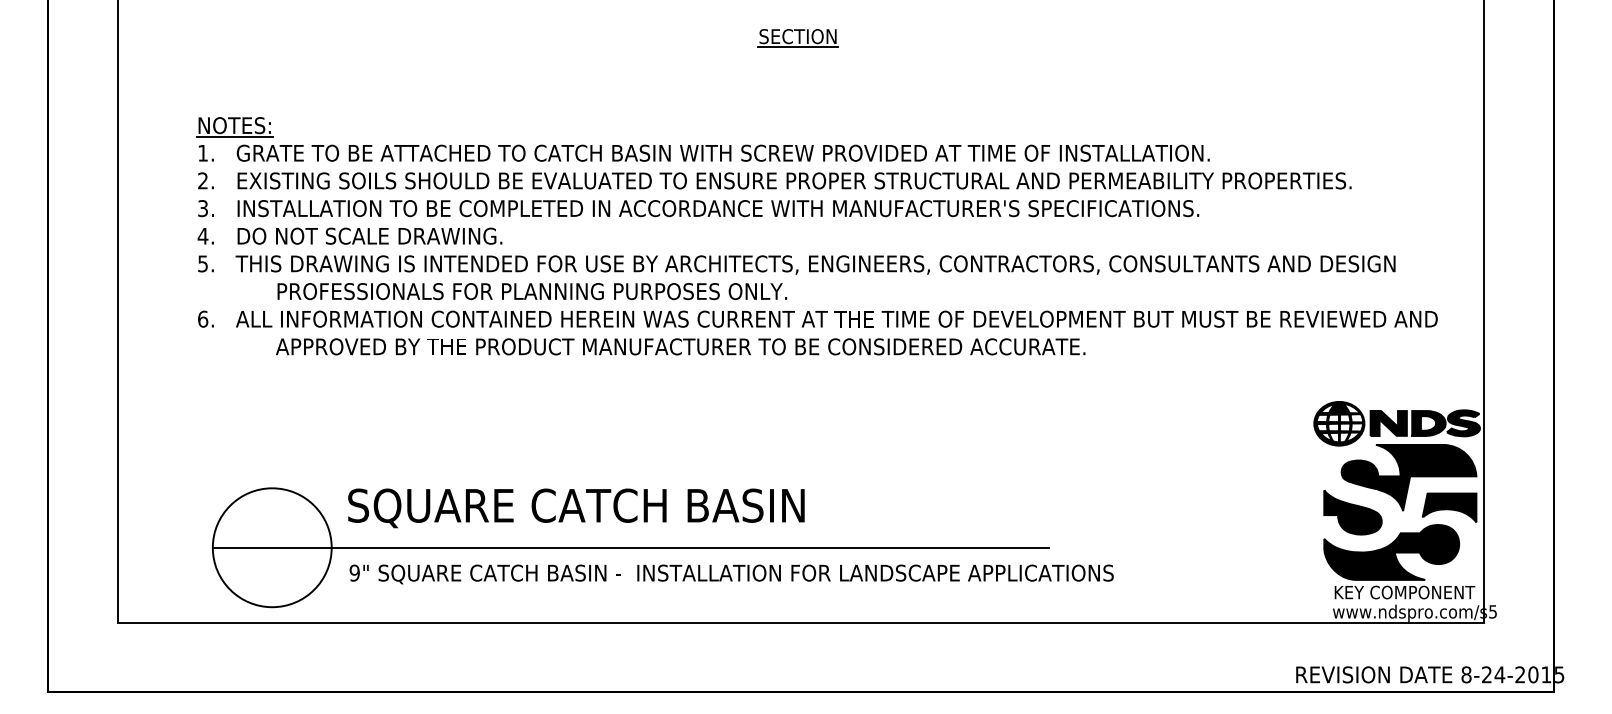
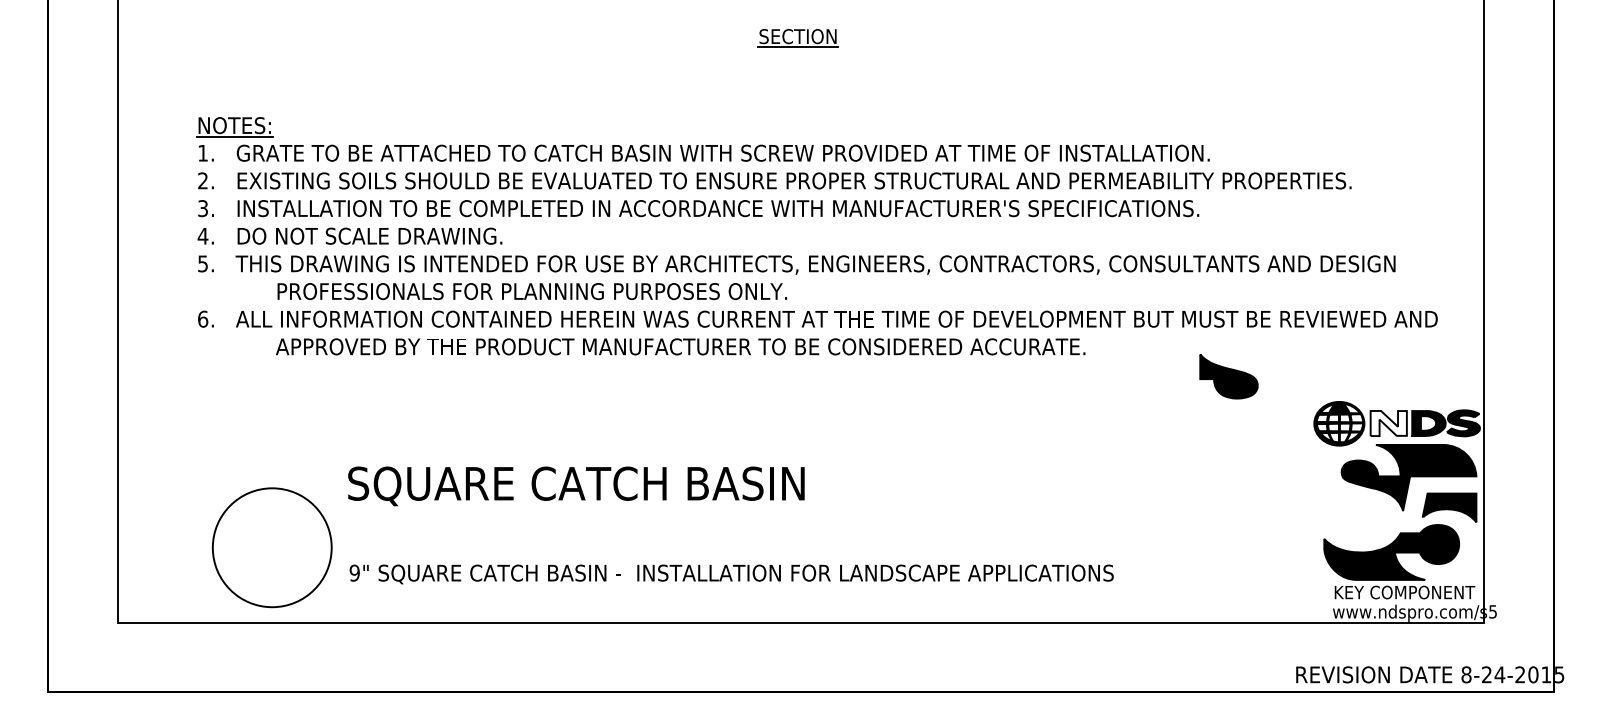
fill at (1388, 423): present -> none
text at (576, 508) position: (576, 508) -> (576, 486)
part at (1352, 512) position: (1352, 512) -> (1228, 376)
line at (630, 547): present -> none
